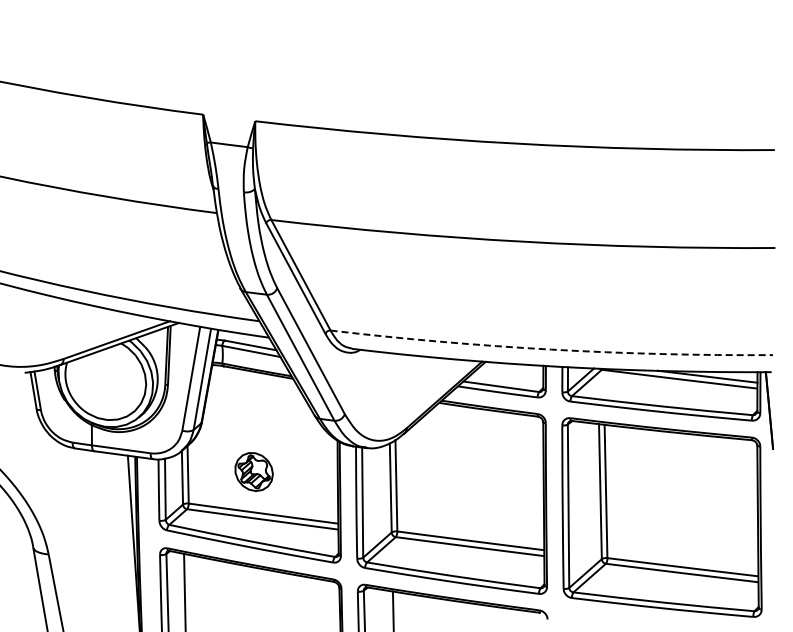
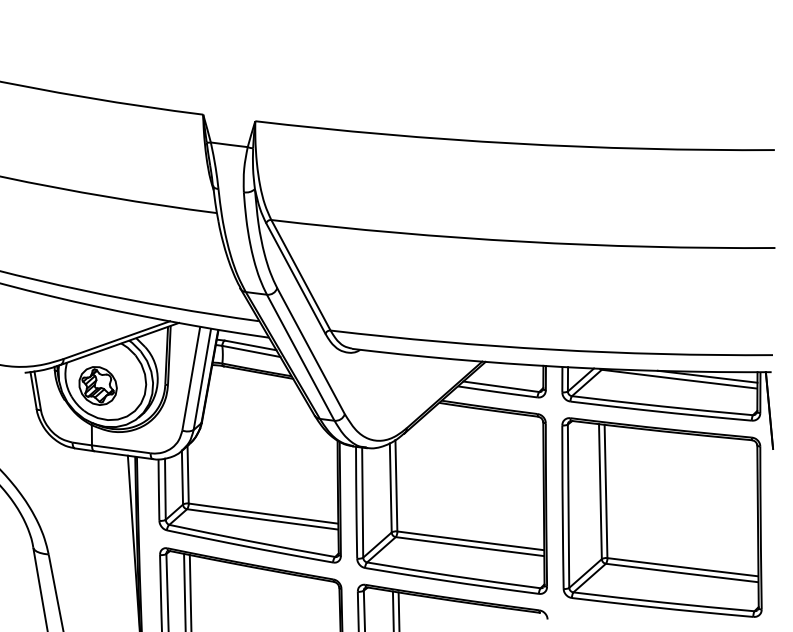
arc at (551, 349): dashed -> solid
part at (253, 471) position: (253, 471) -> (97, 385)
line at (190, 591): none -> present
line at (398, 610): none -> present
